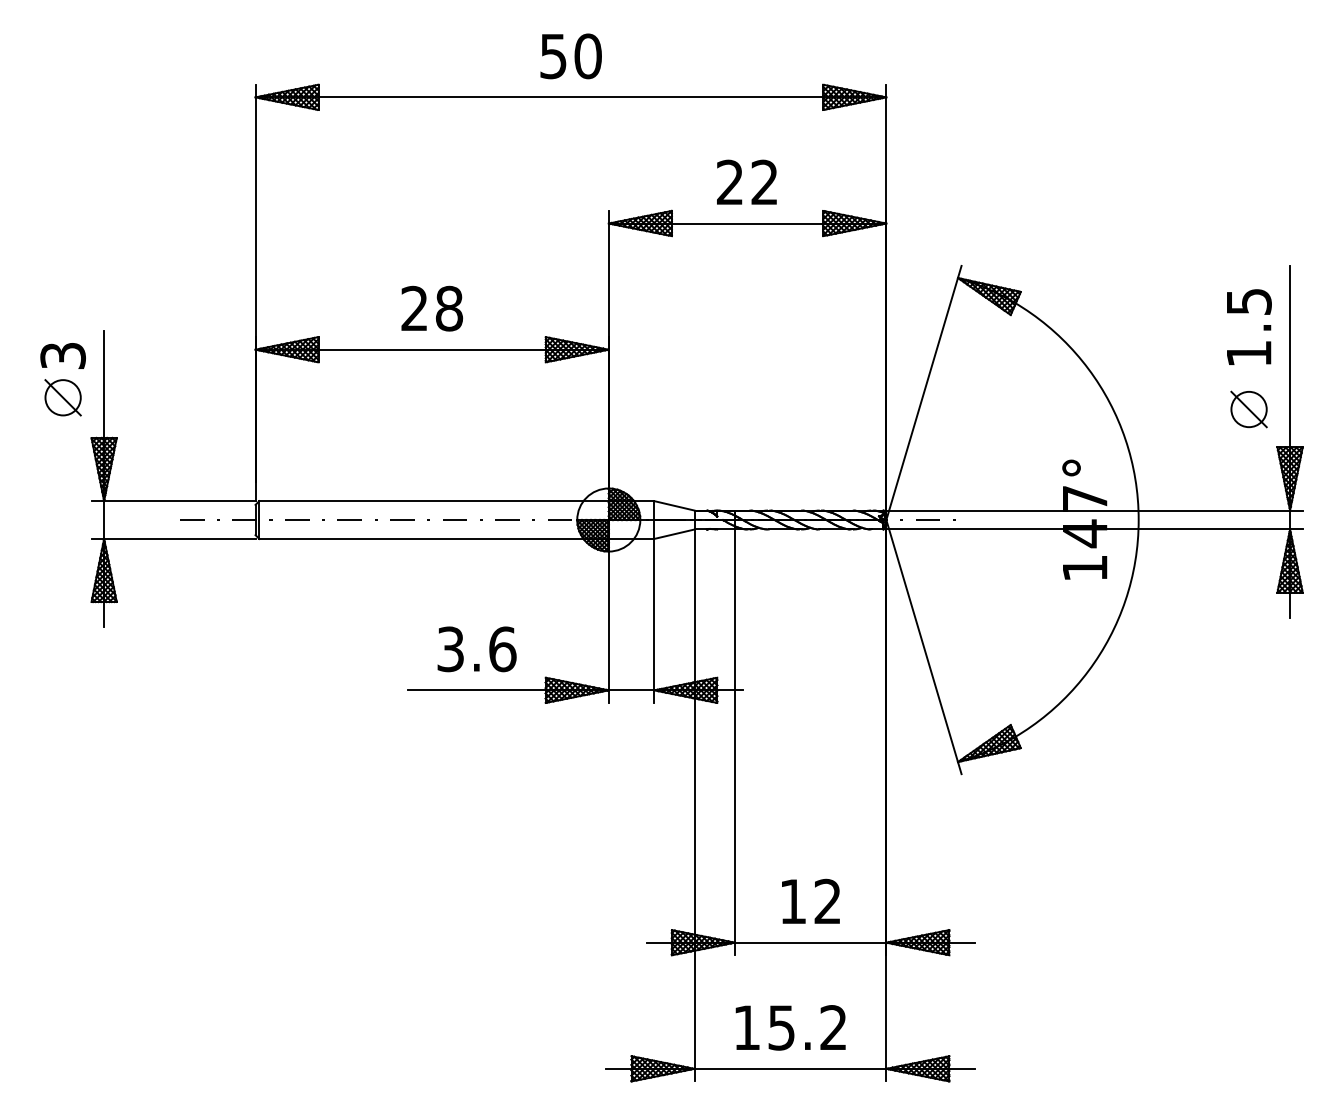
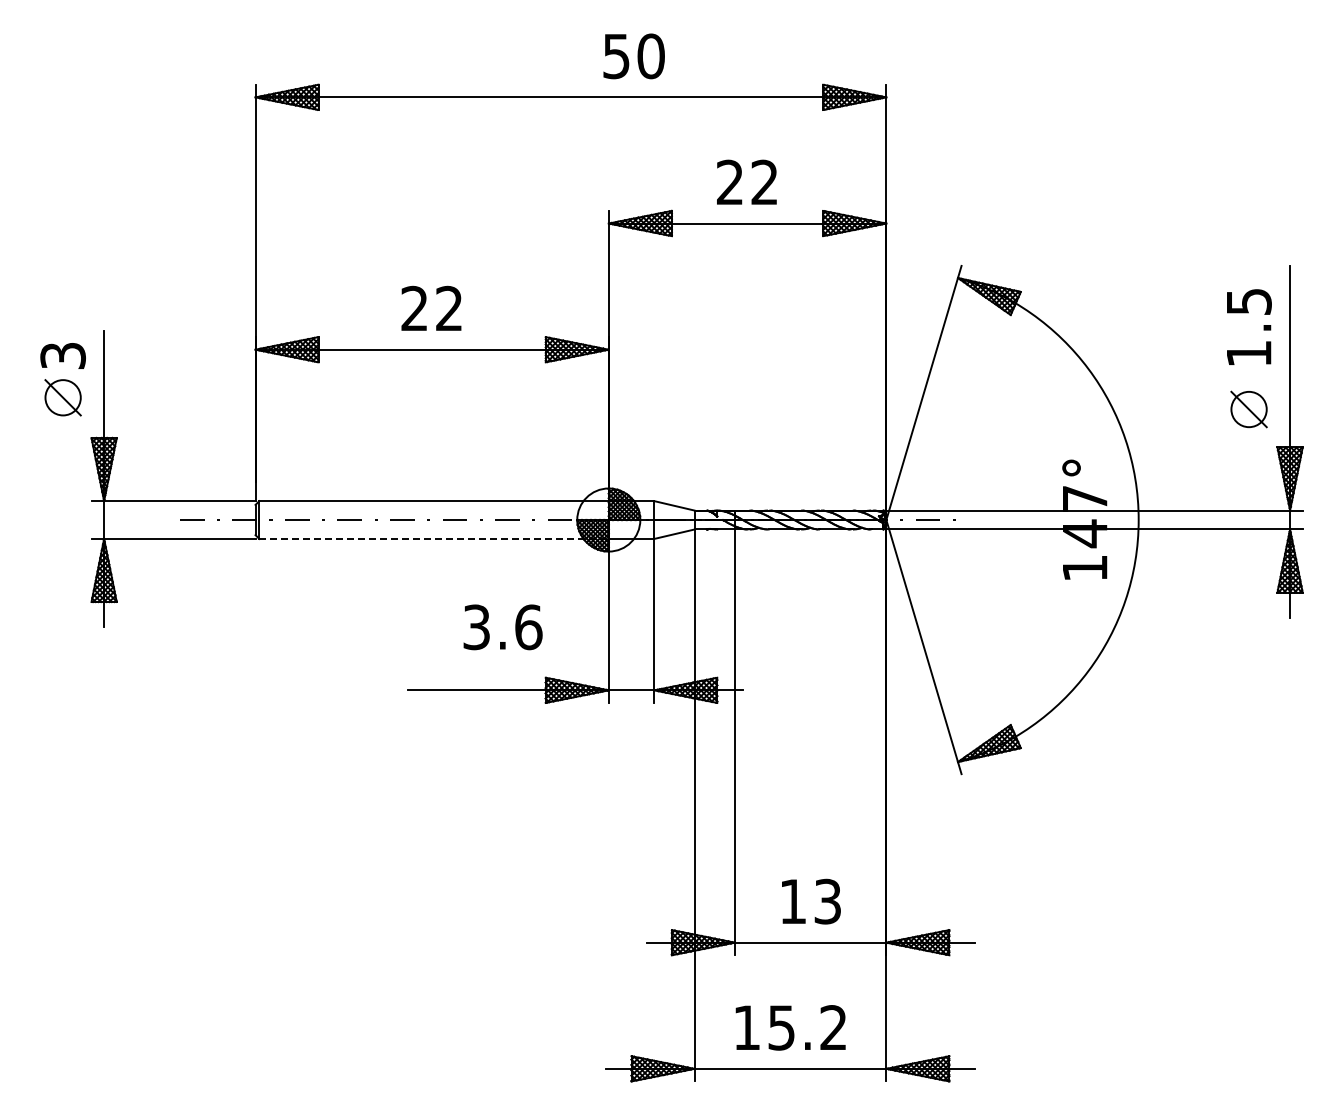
text at (570, 56) position: (570, 56) -> (633, 56)
text at (449, 308): 28 -> 22
line at (434, 538): solid -> dashed
text at (476, 649) position: (476, 649) -> (502, 627)
text at (827, 901): 12 -> 13
